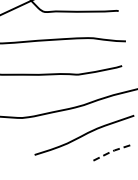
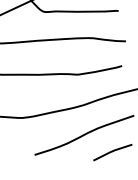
line at (112, 151): dashed -> solid
